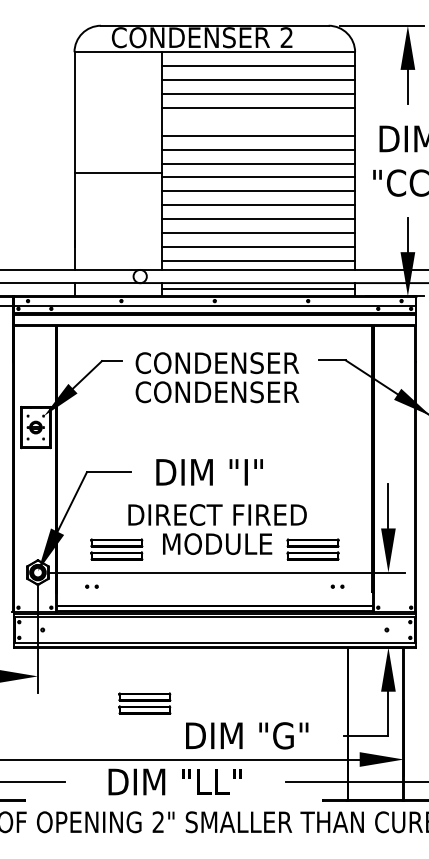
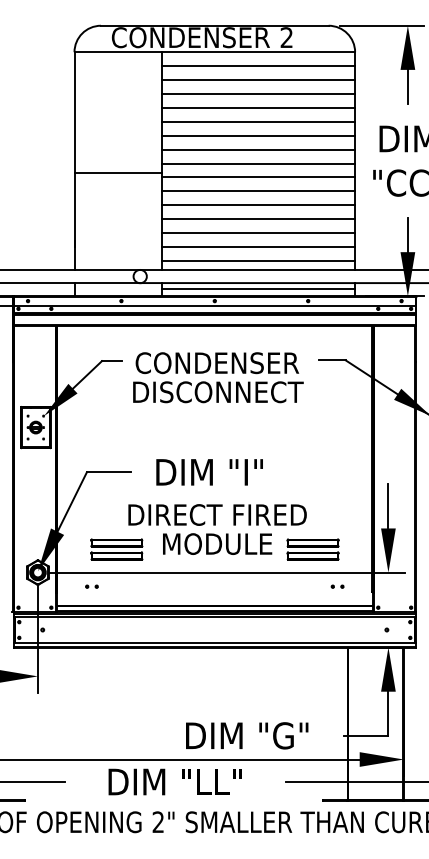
line at (258, 121): none -> present
text at (218, 392): CONDENSER -> DISCONNECT
part at (144, 703): present -> none
